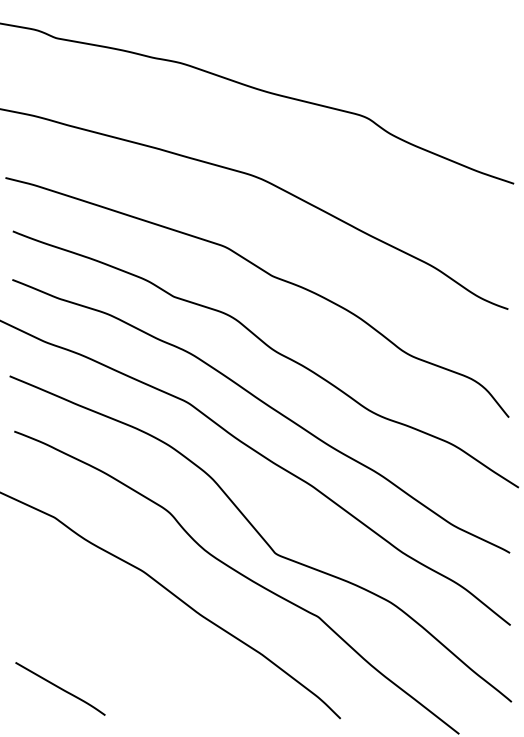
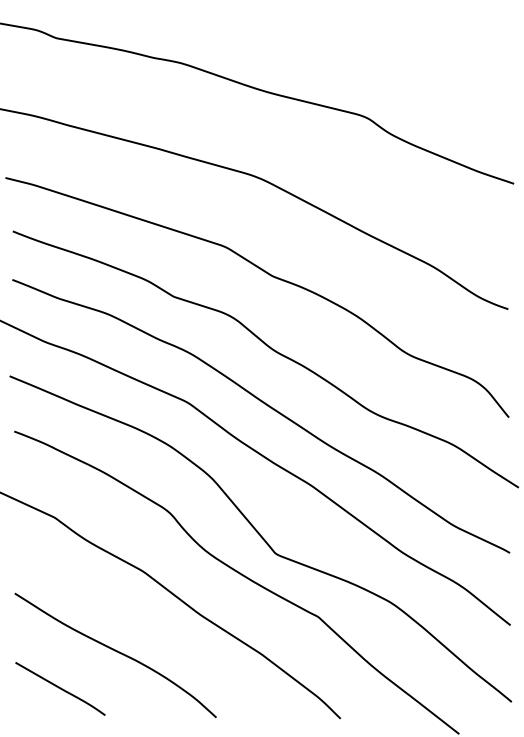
curve at (116, 652): none -> present
